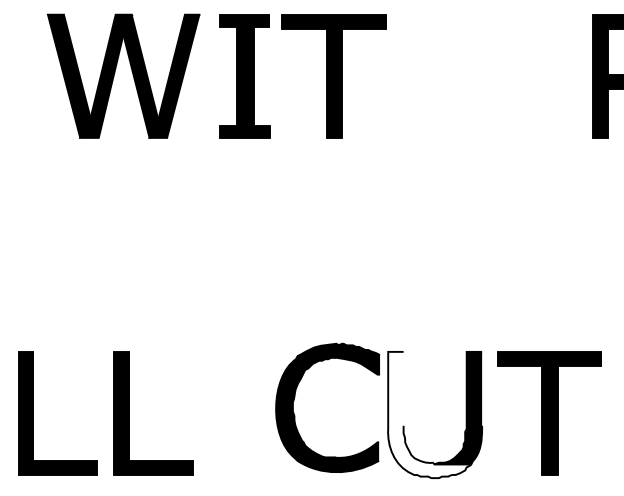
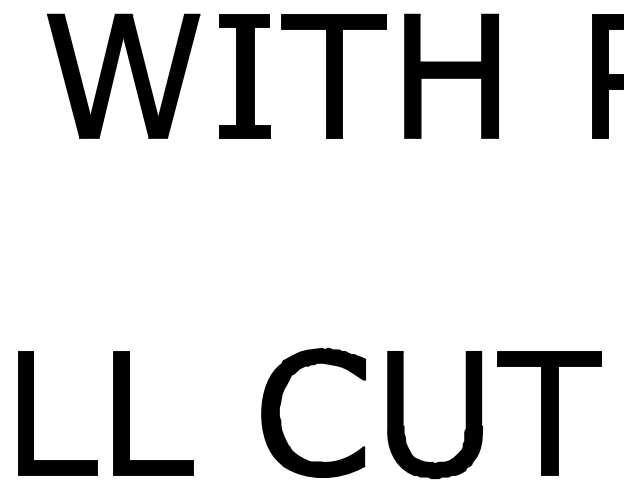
part at (451, 75): none -> present
fill at (429, 414): none -> present
part at (295, 415) position: (295, 415) -> (281, 420)
